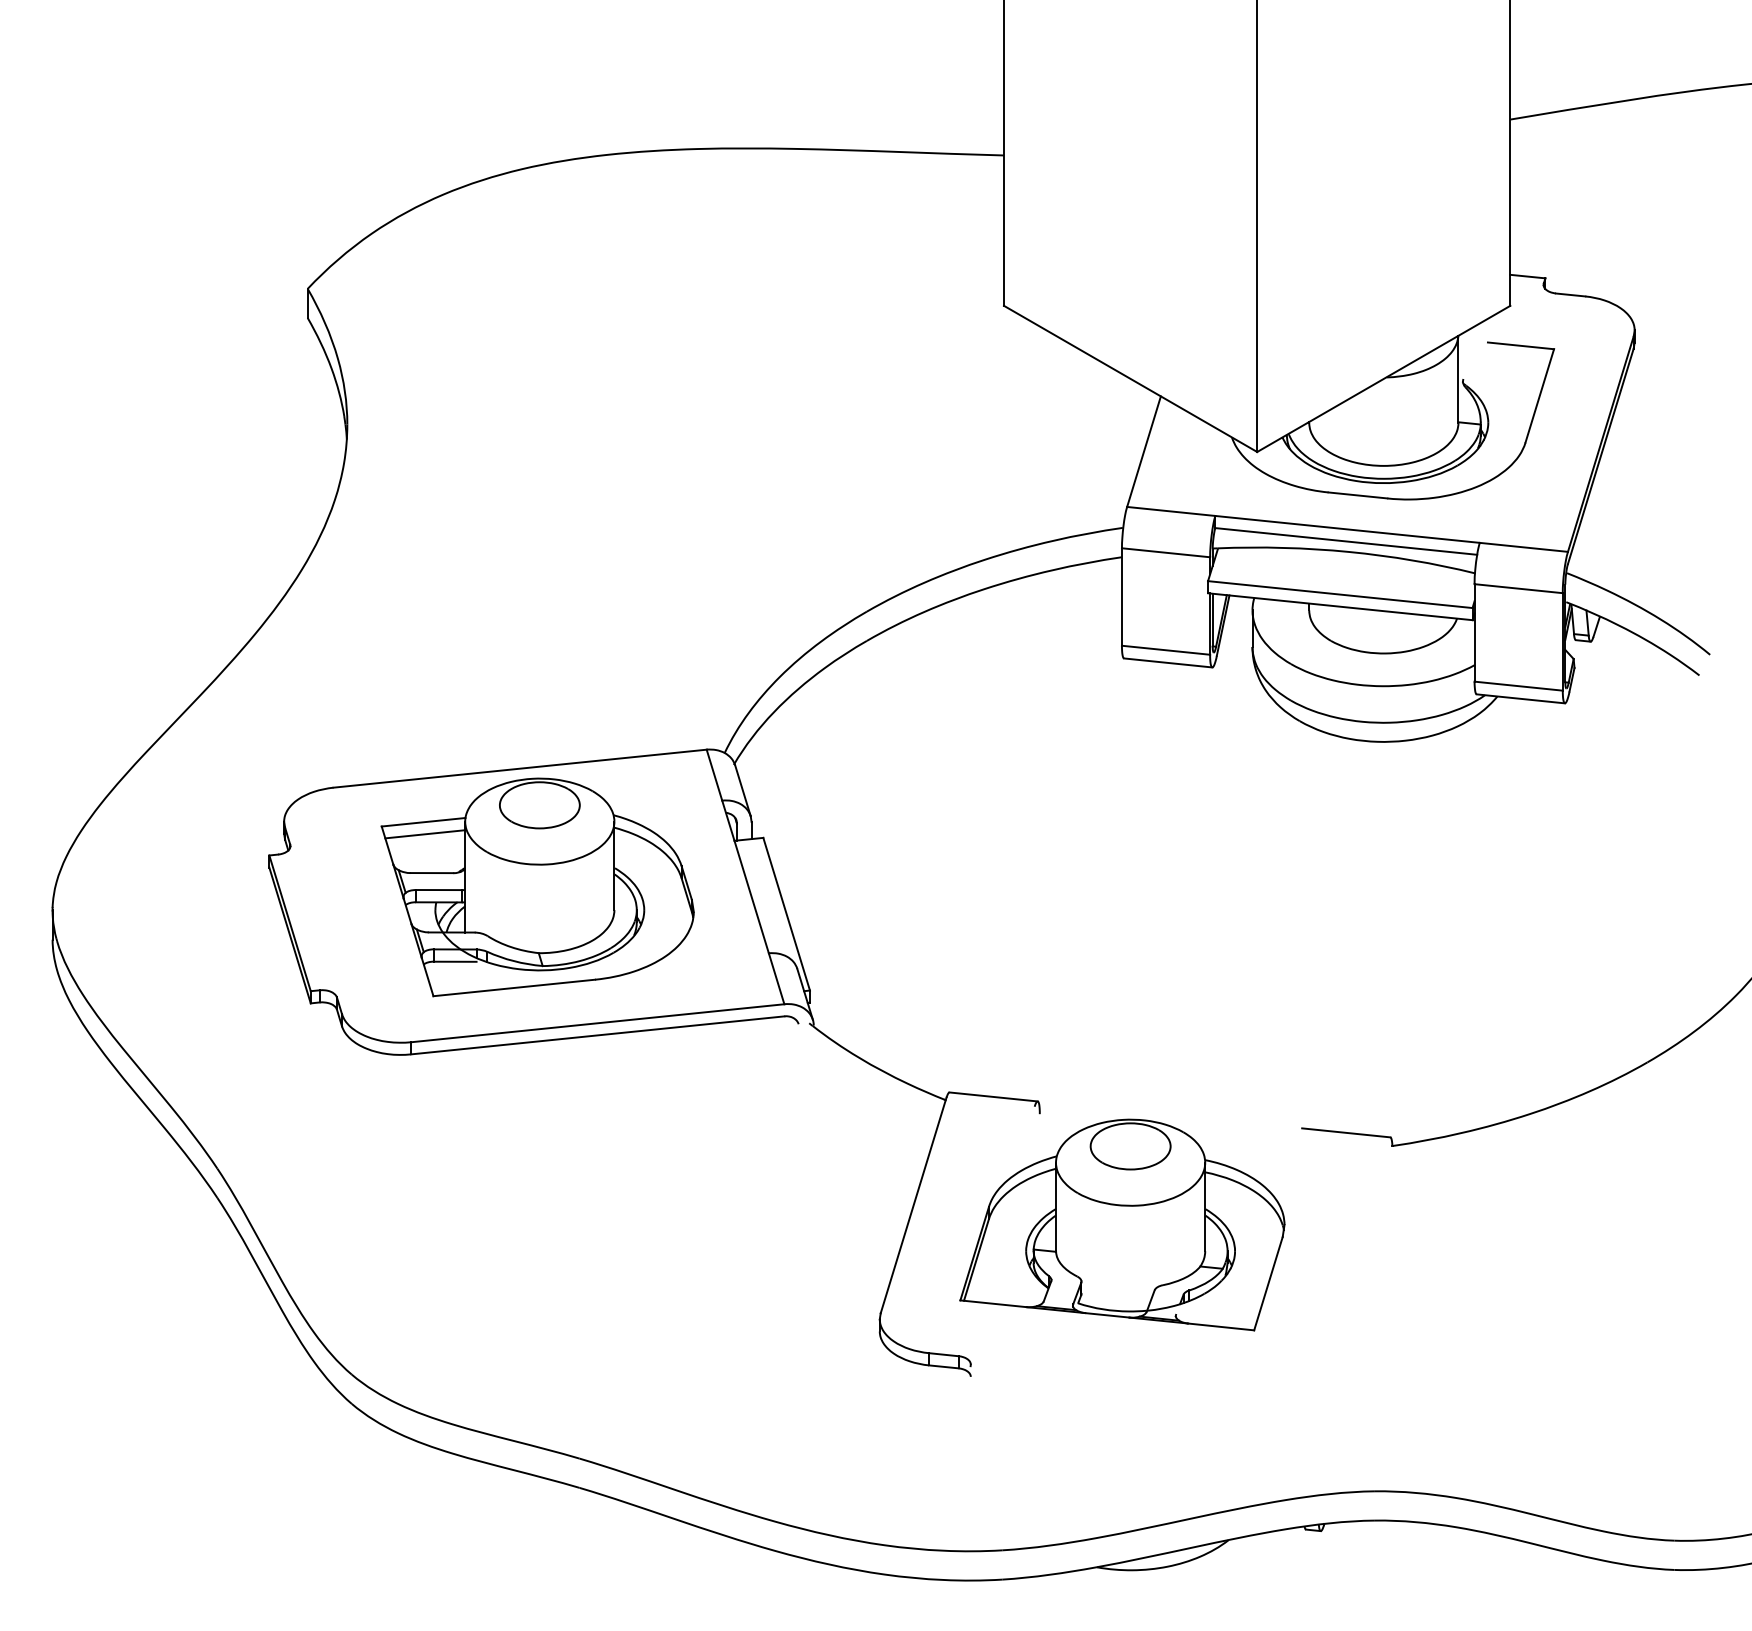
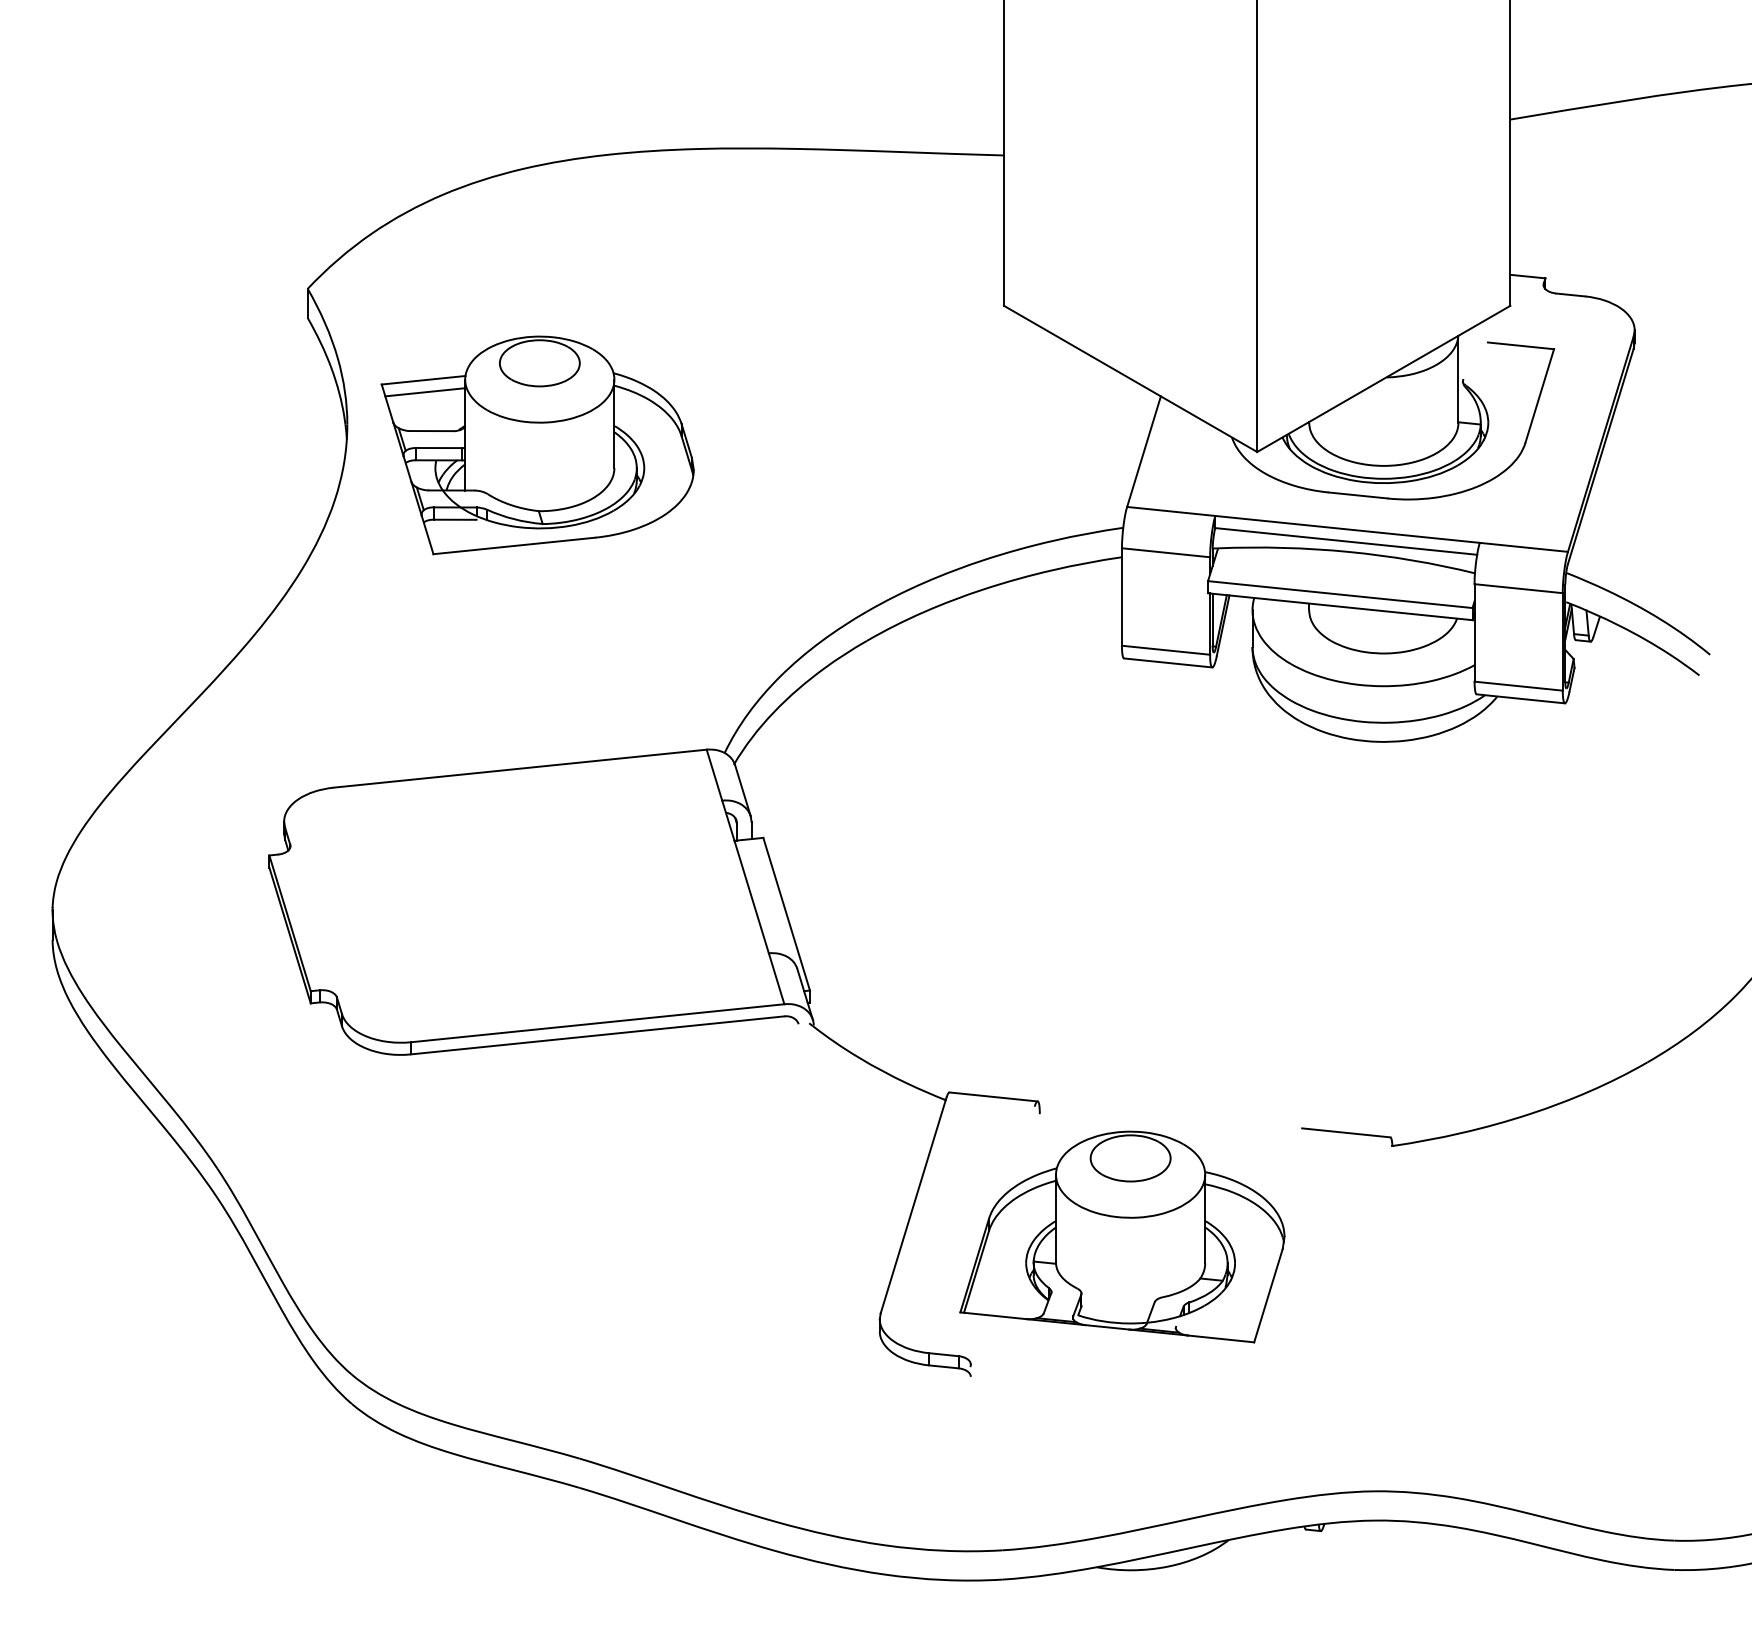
part at (537, 887) position: (537, 887) -> (537, 445)
part at (1122, 1224) position: (1122, 1224) -> (1122, 1236)
